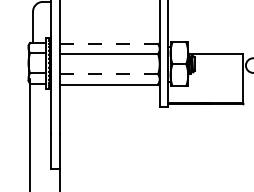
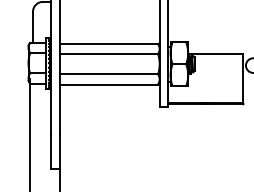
line at (109, 43): dashed -> solid
line at (109, 74): dashed -> solid
